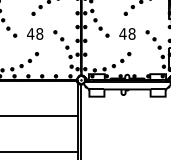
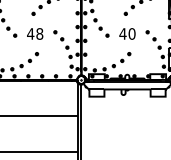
text at (131, 33): 48 -> 40
